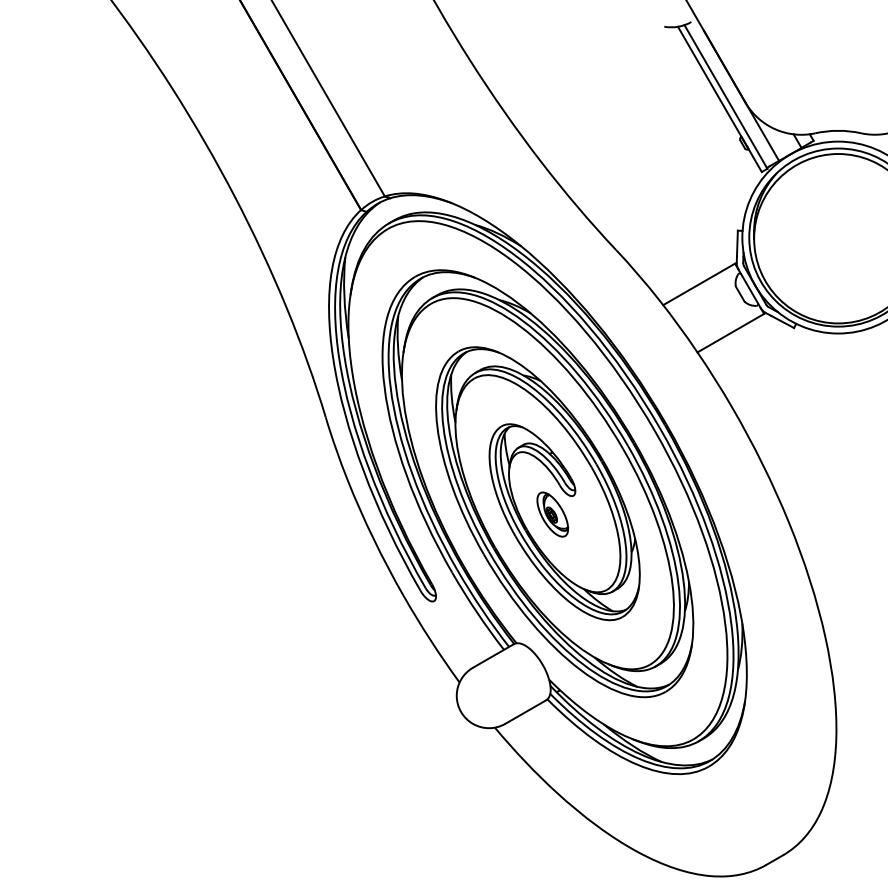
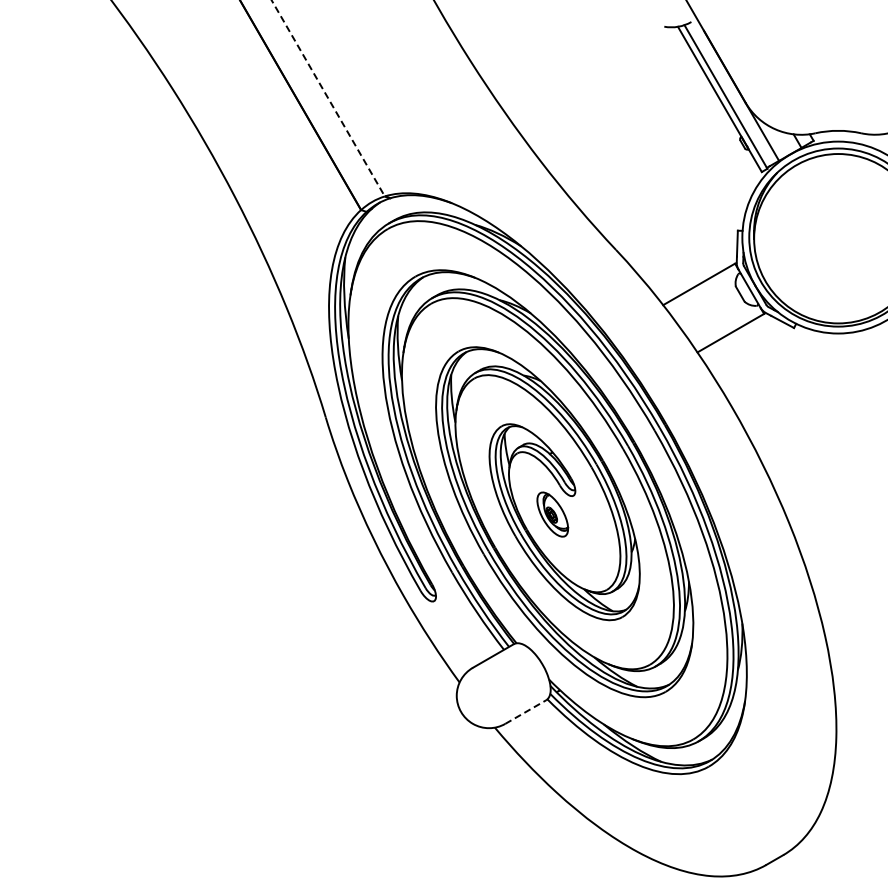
line at (328, 98): solid -> dashed
line at (526, 711): solid -> dashed
